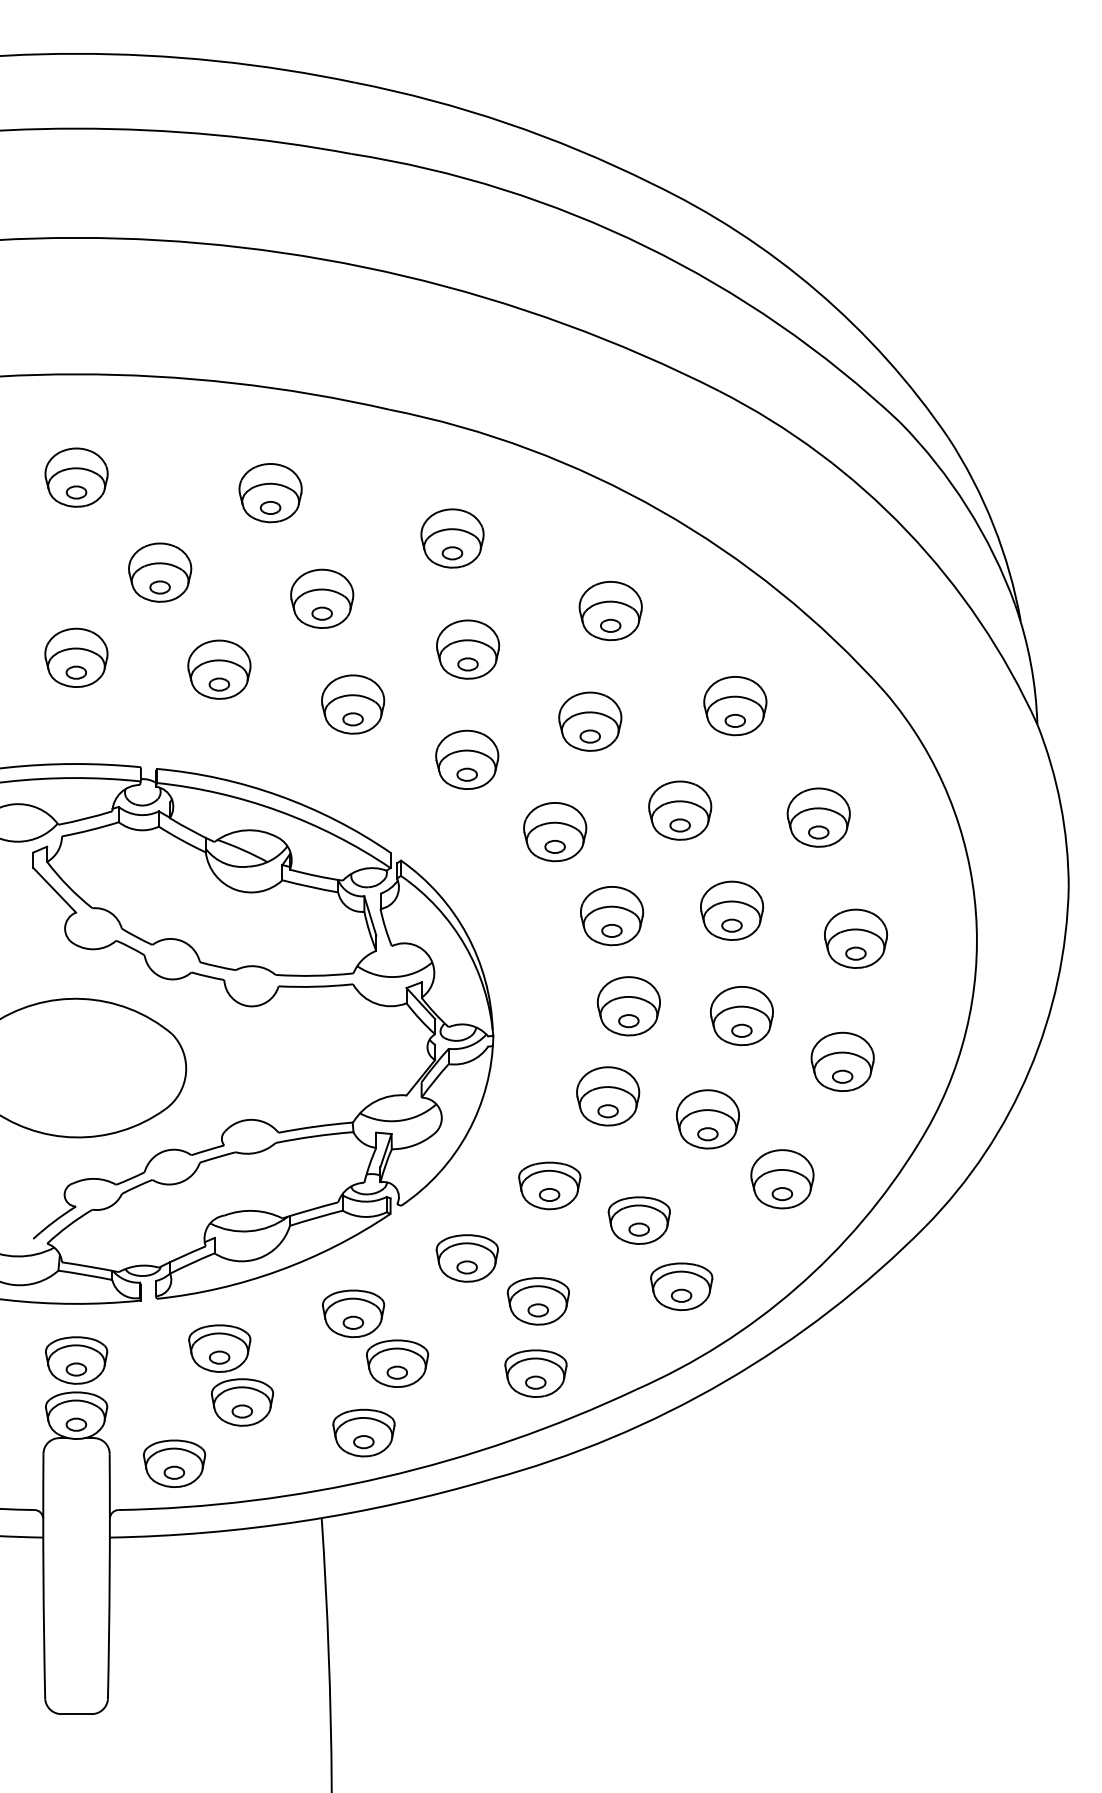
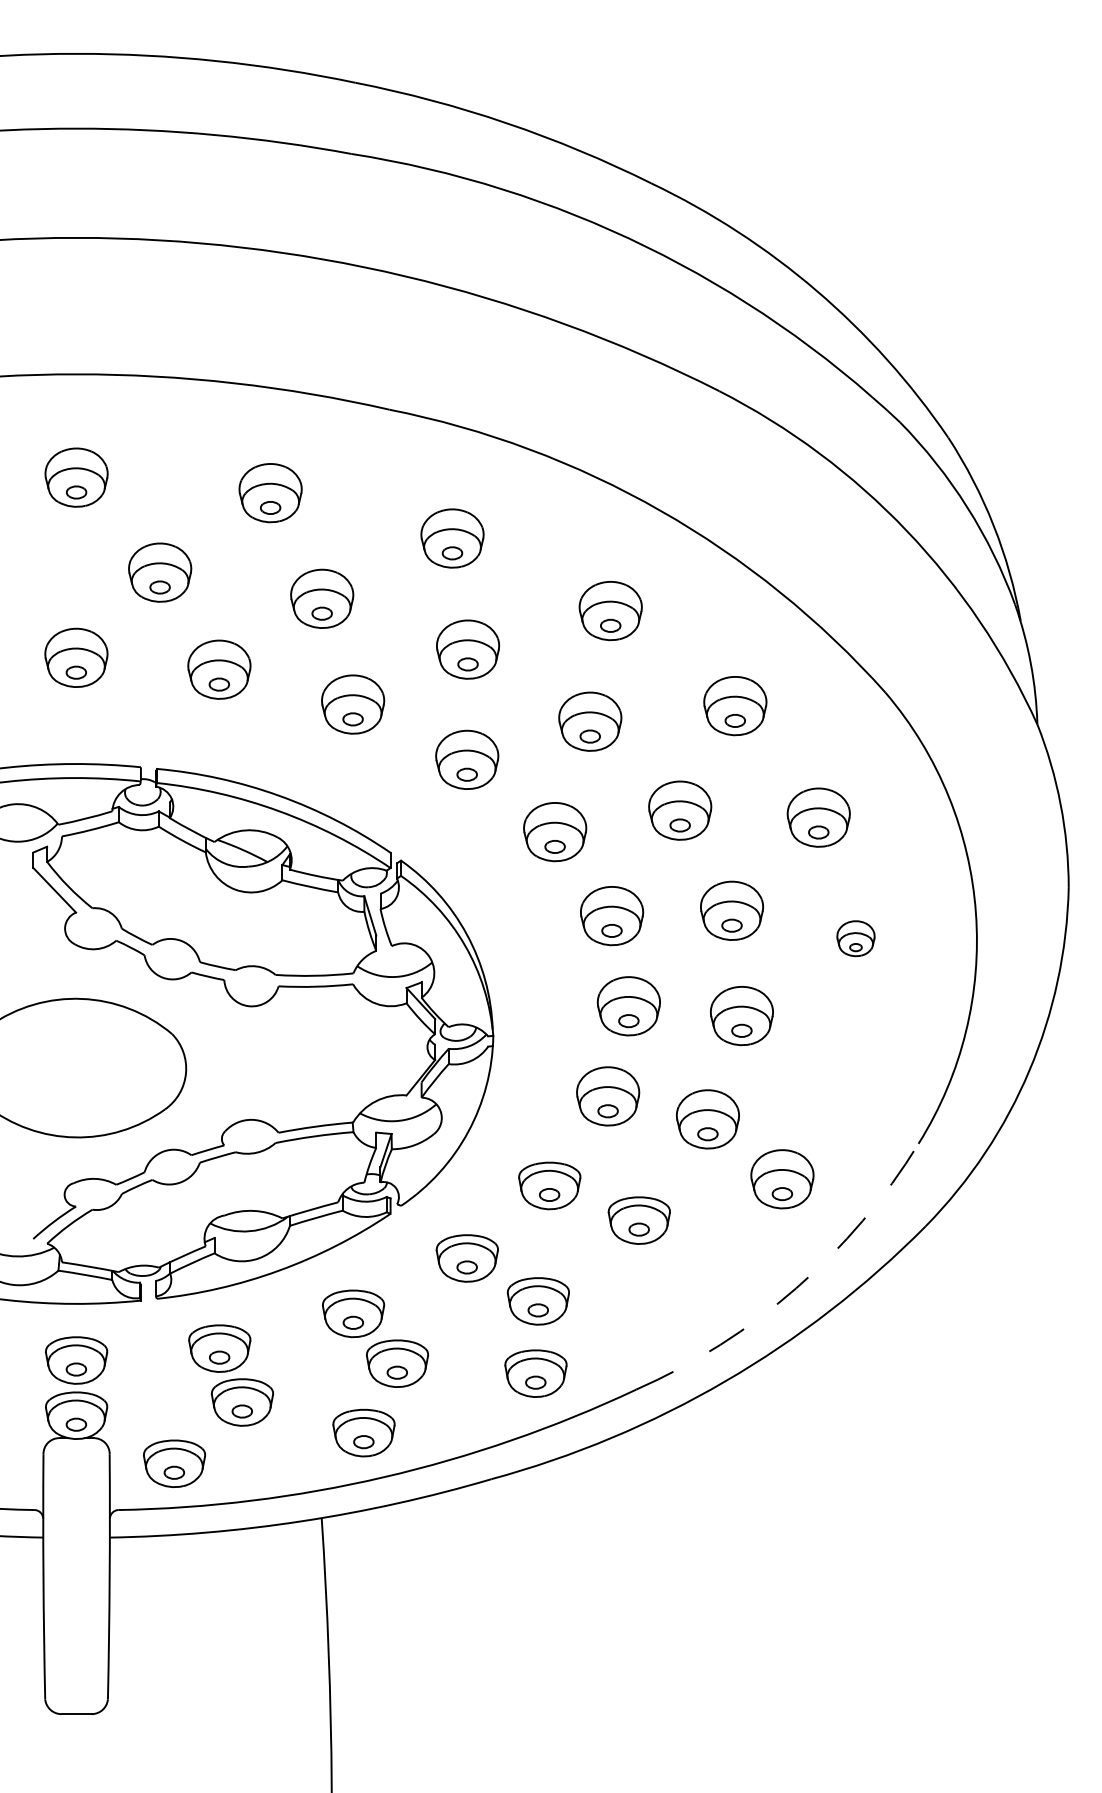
part at (855, 938) size: 64x61 px -> 40x38 px
part at (842, 1061): present -> none
part at (681, 1286): present -> none
arc at (796, 1288): solid -> dashed
